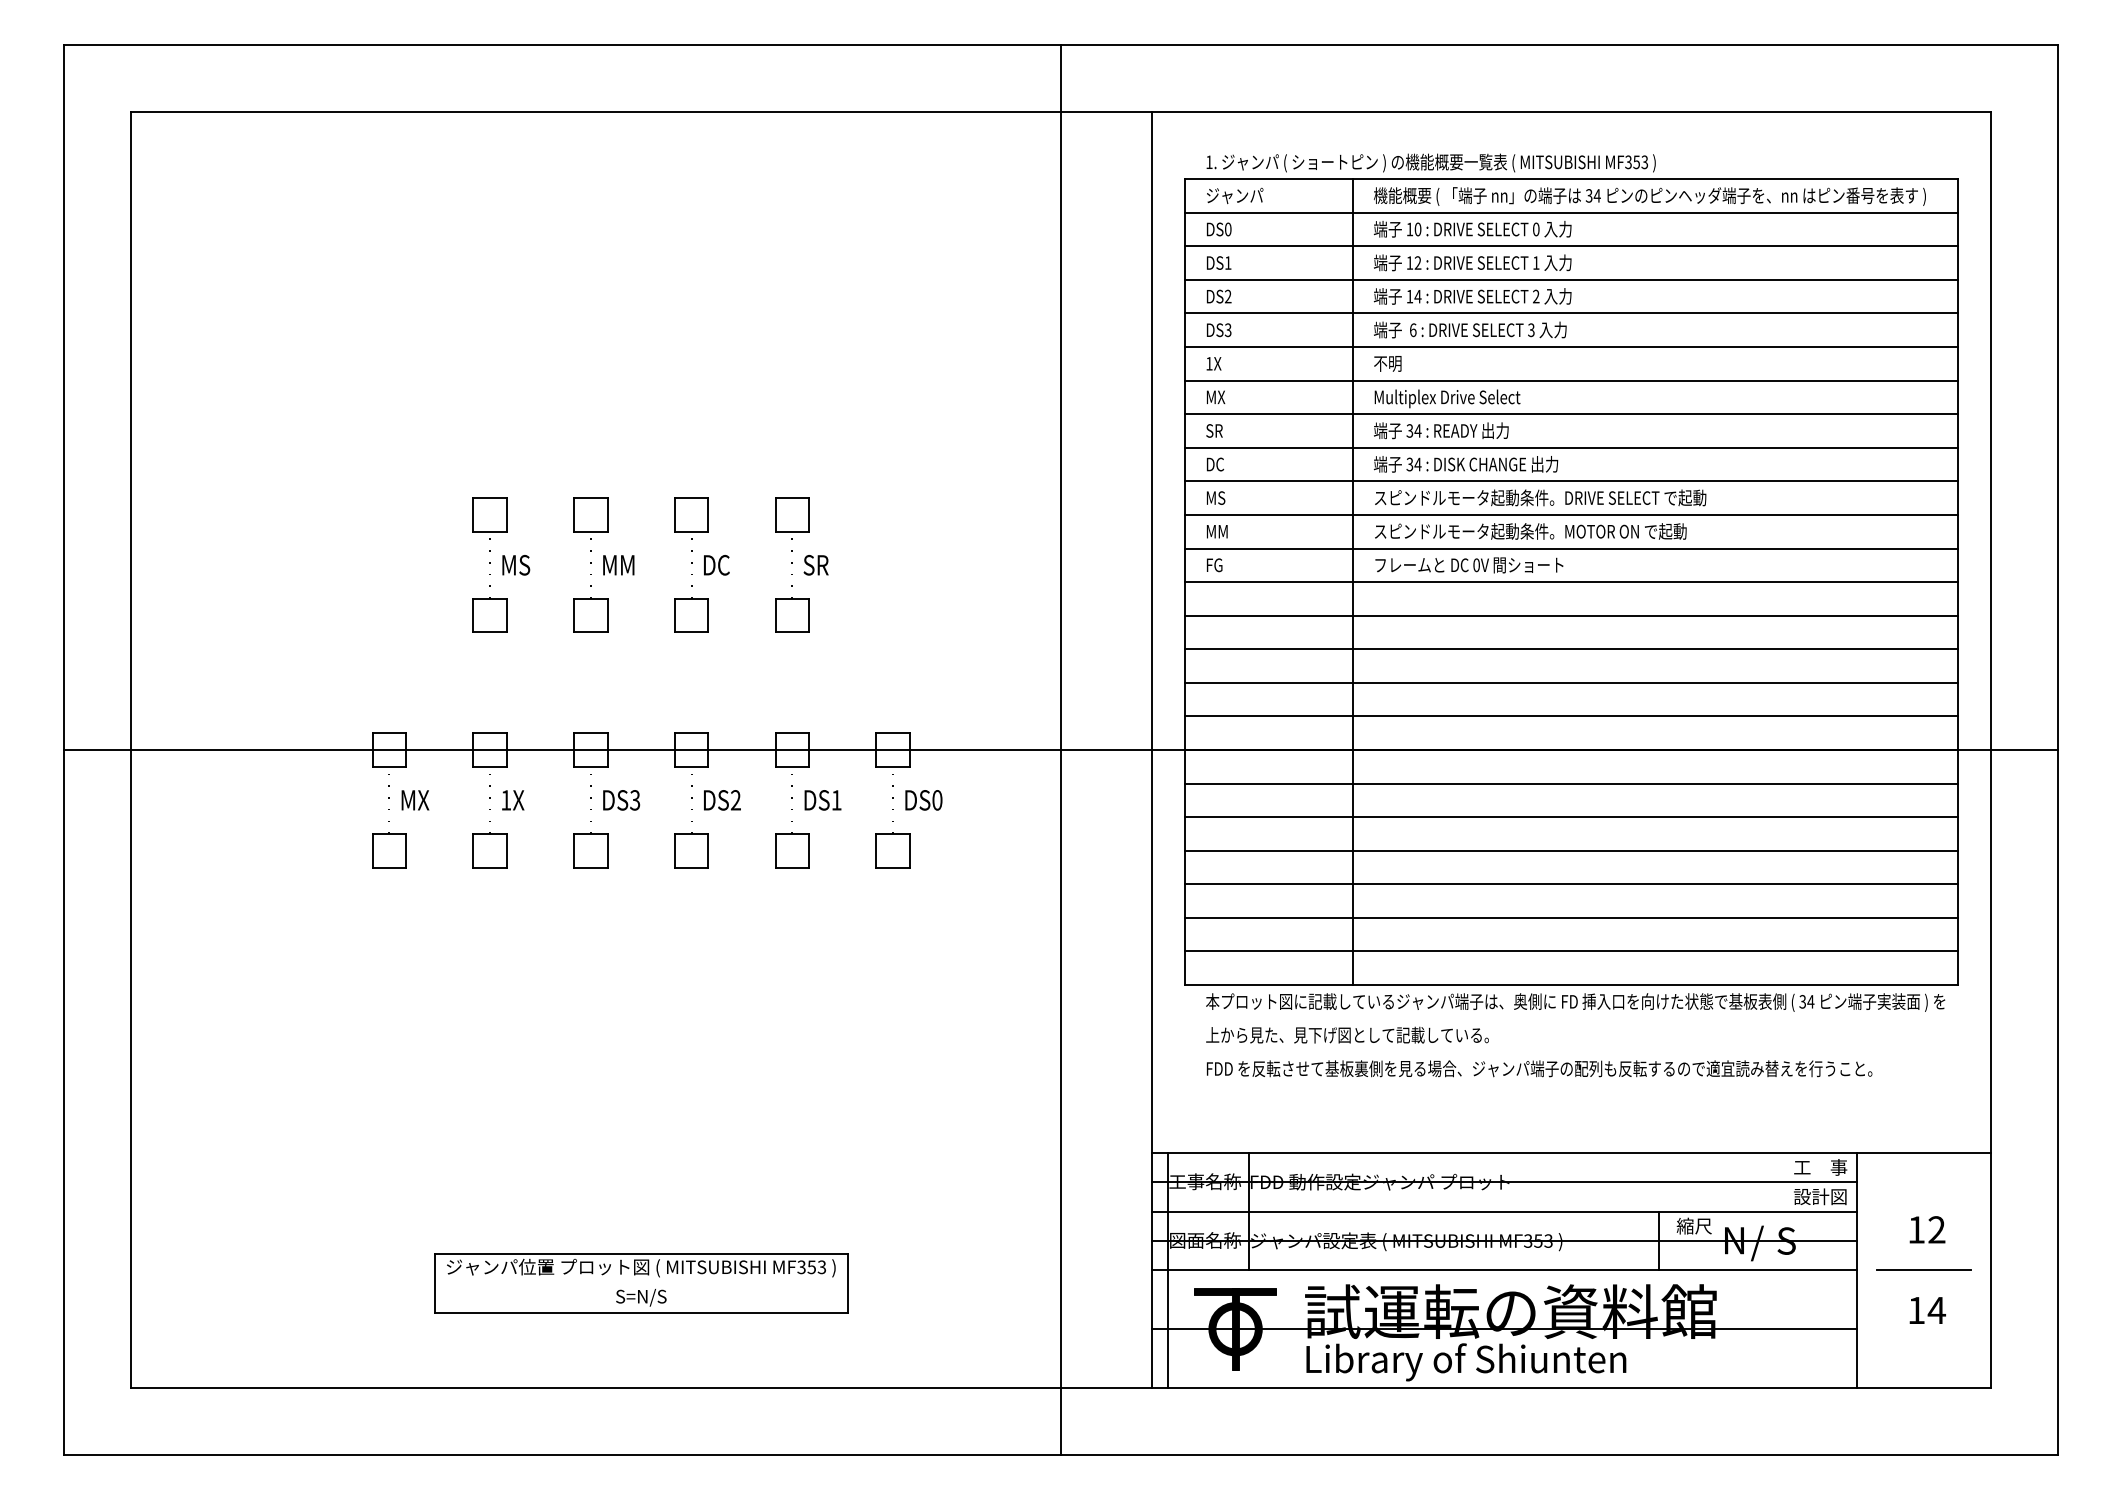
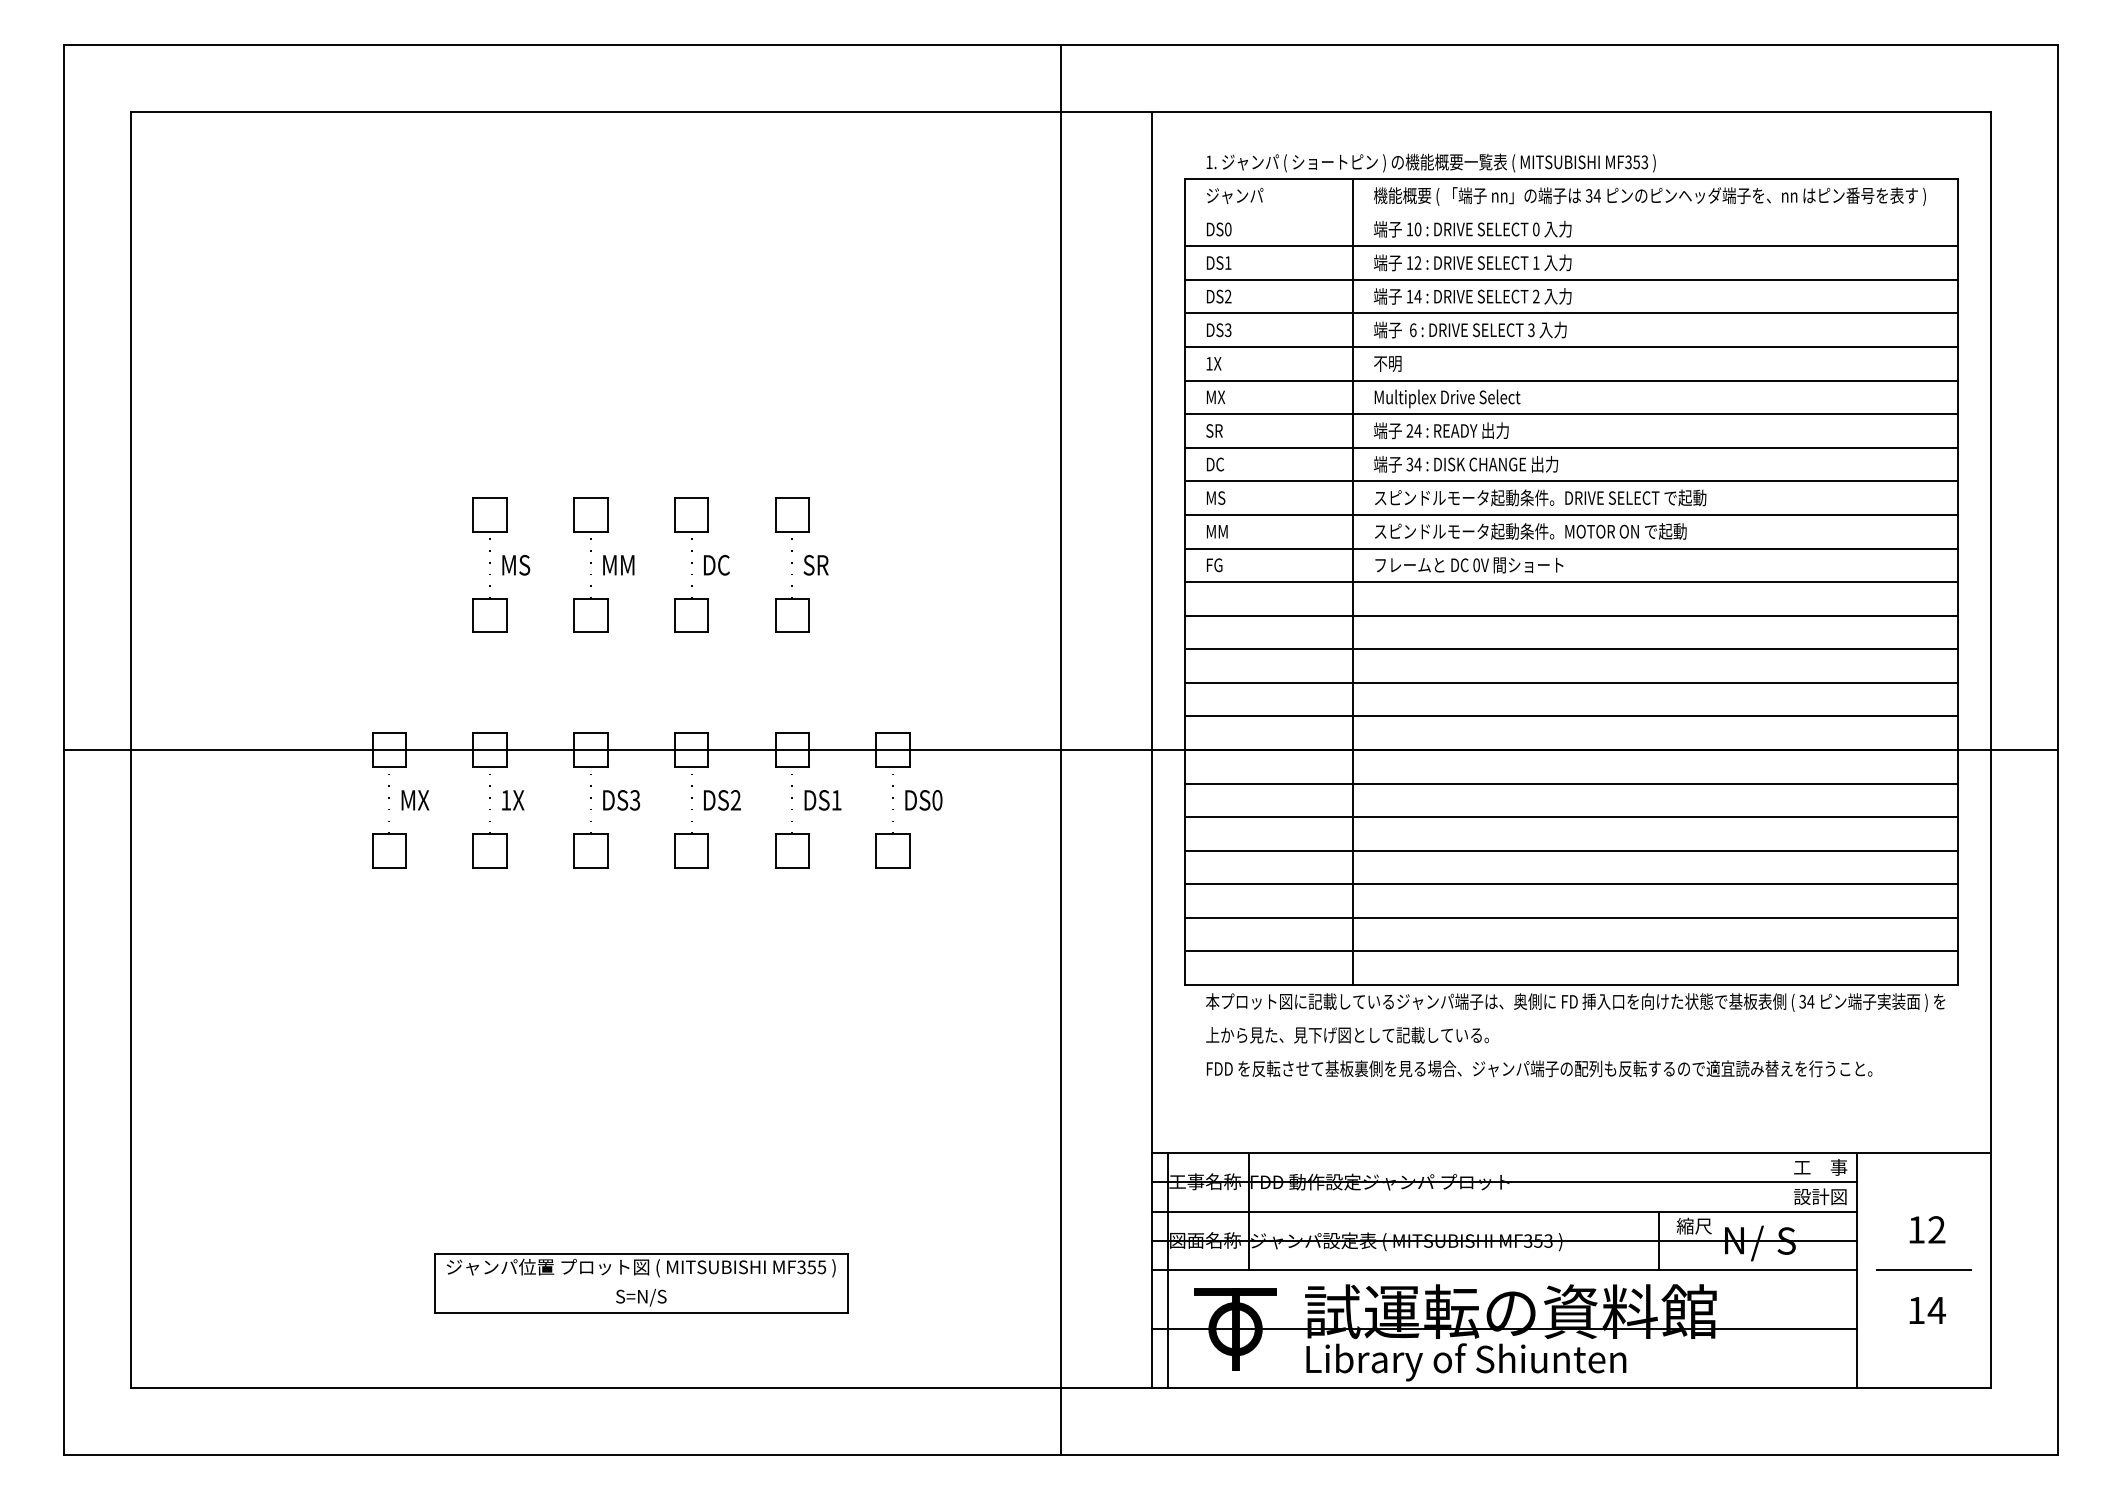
line at (1571, 212): present -> none
text at (1409, 430): 34 -> 24
text at (822, 1266): MF353 -> MF355
